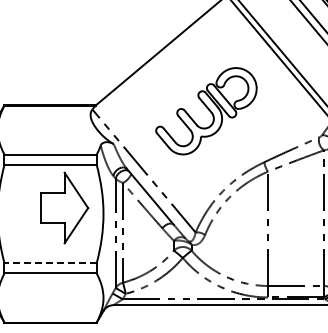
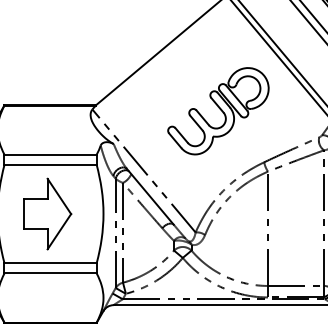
part at (206, 111) position: (206, 111) -> (218, 111)
part at (64, 207) position: (64, 207) -> (47, 213)
line at (50, 263): dashed -> solid
